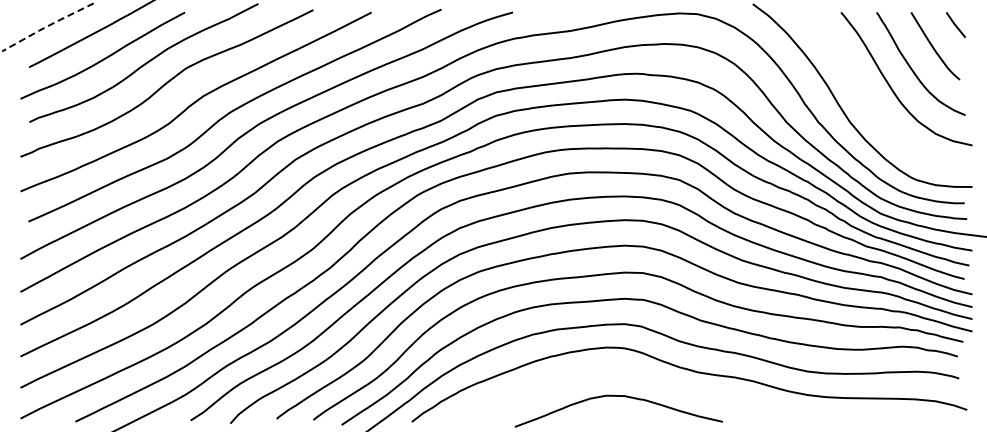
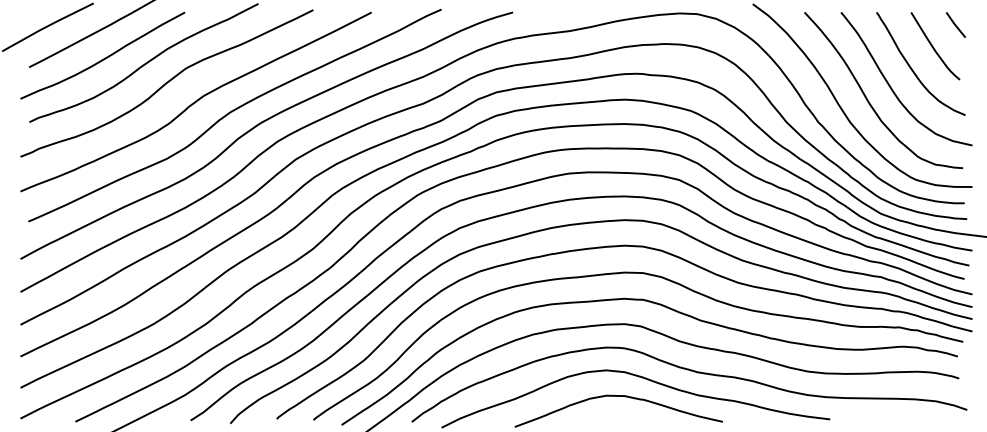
line at (46, 26): dashed -> solid
curve at (868, 99): none -> present
curve at (642, 378): none -> present
